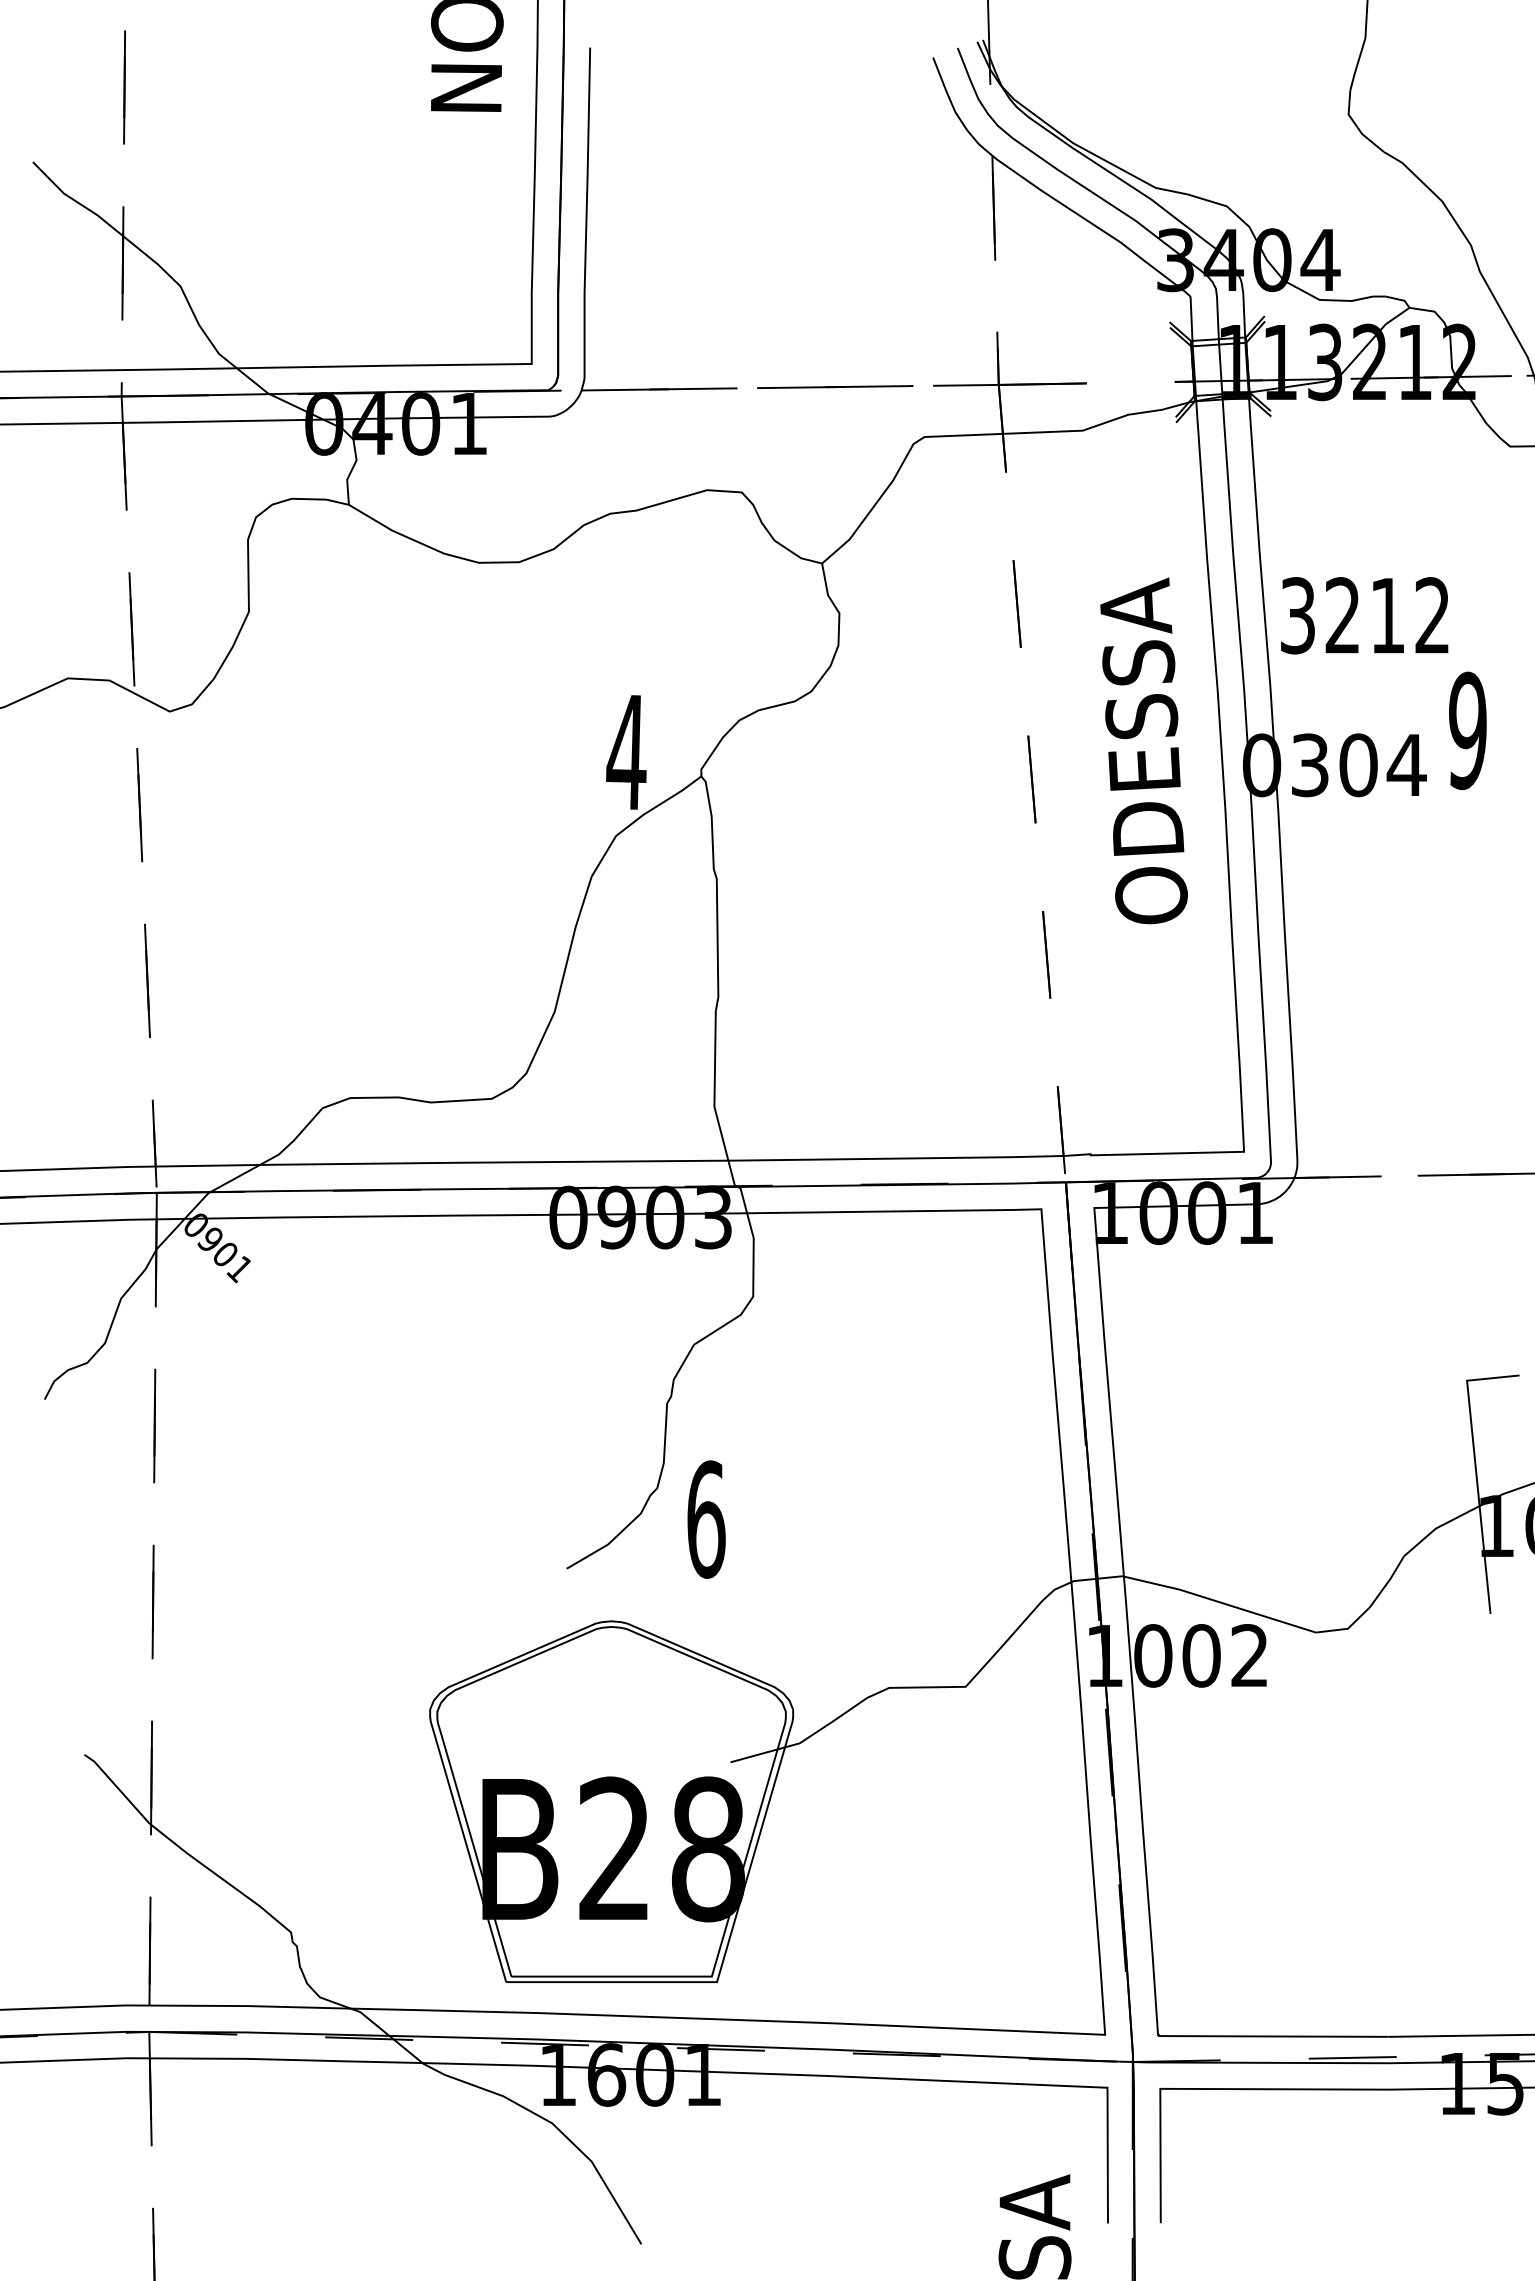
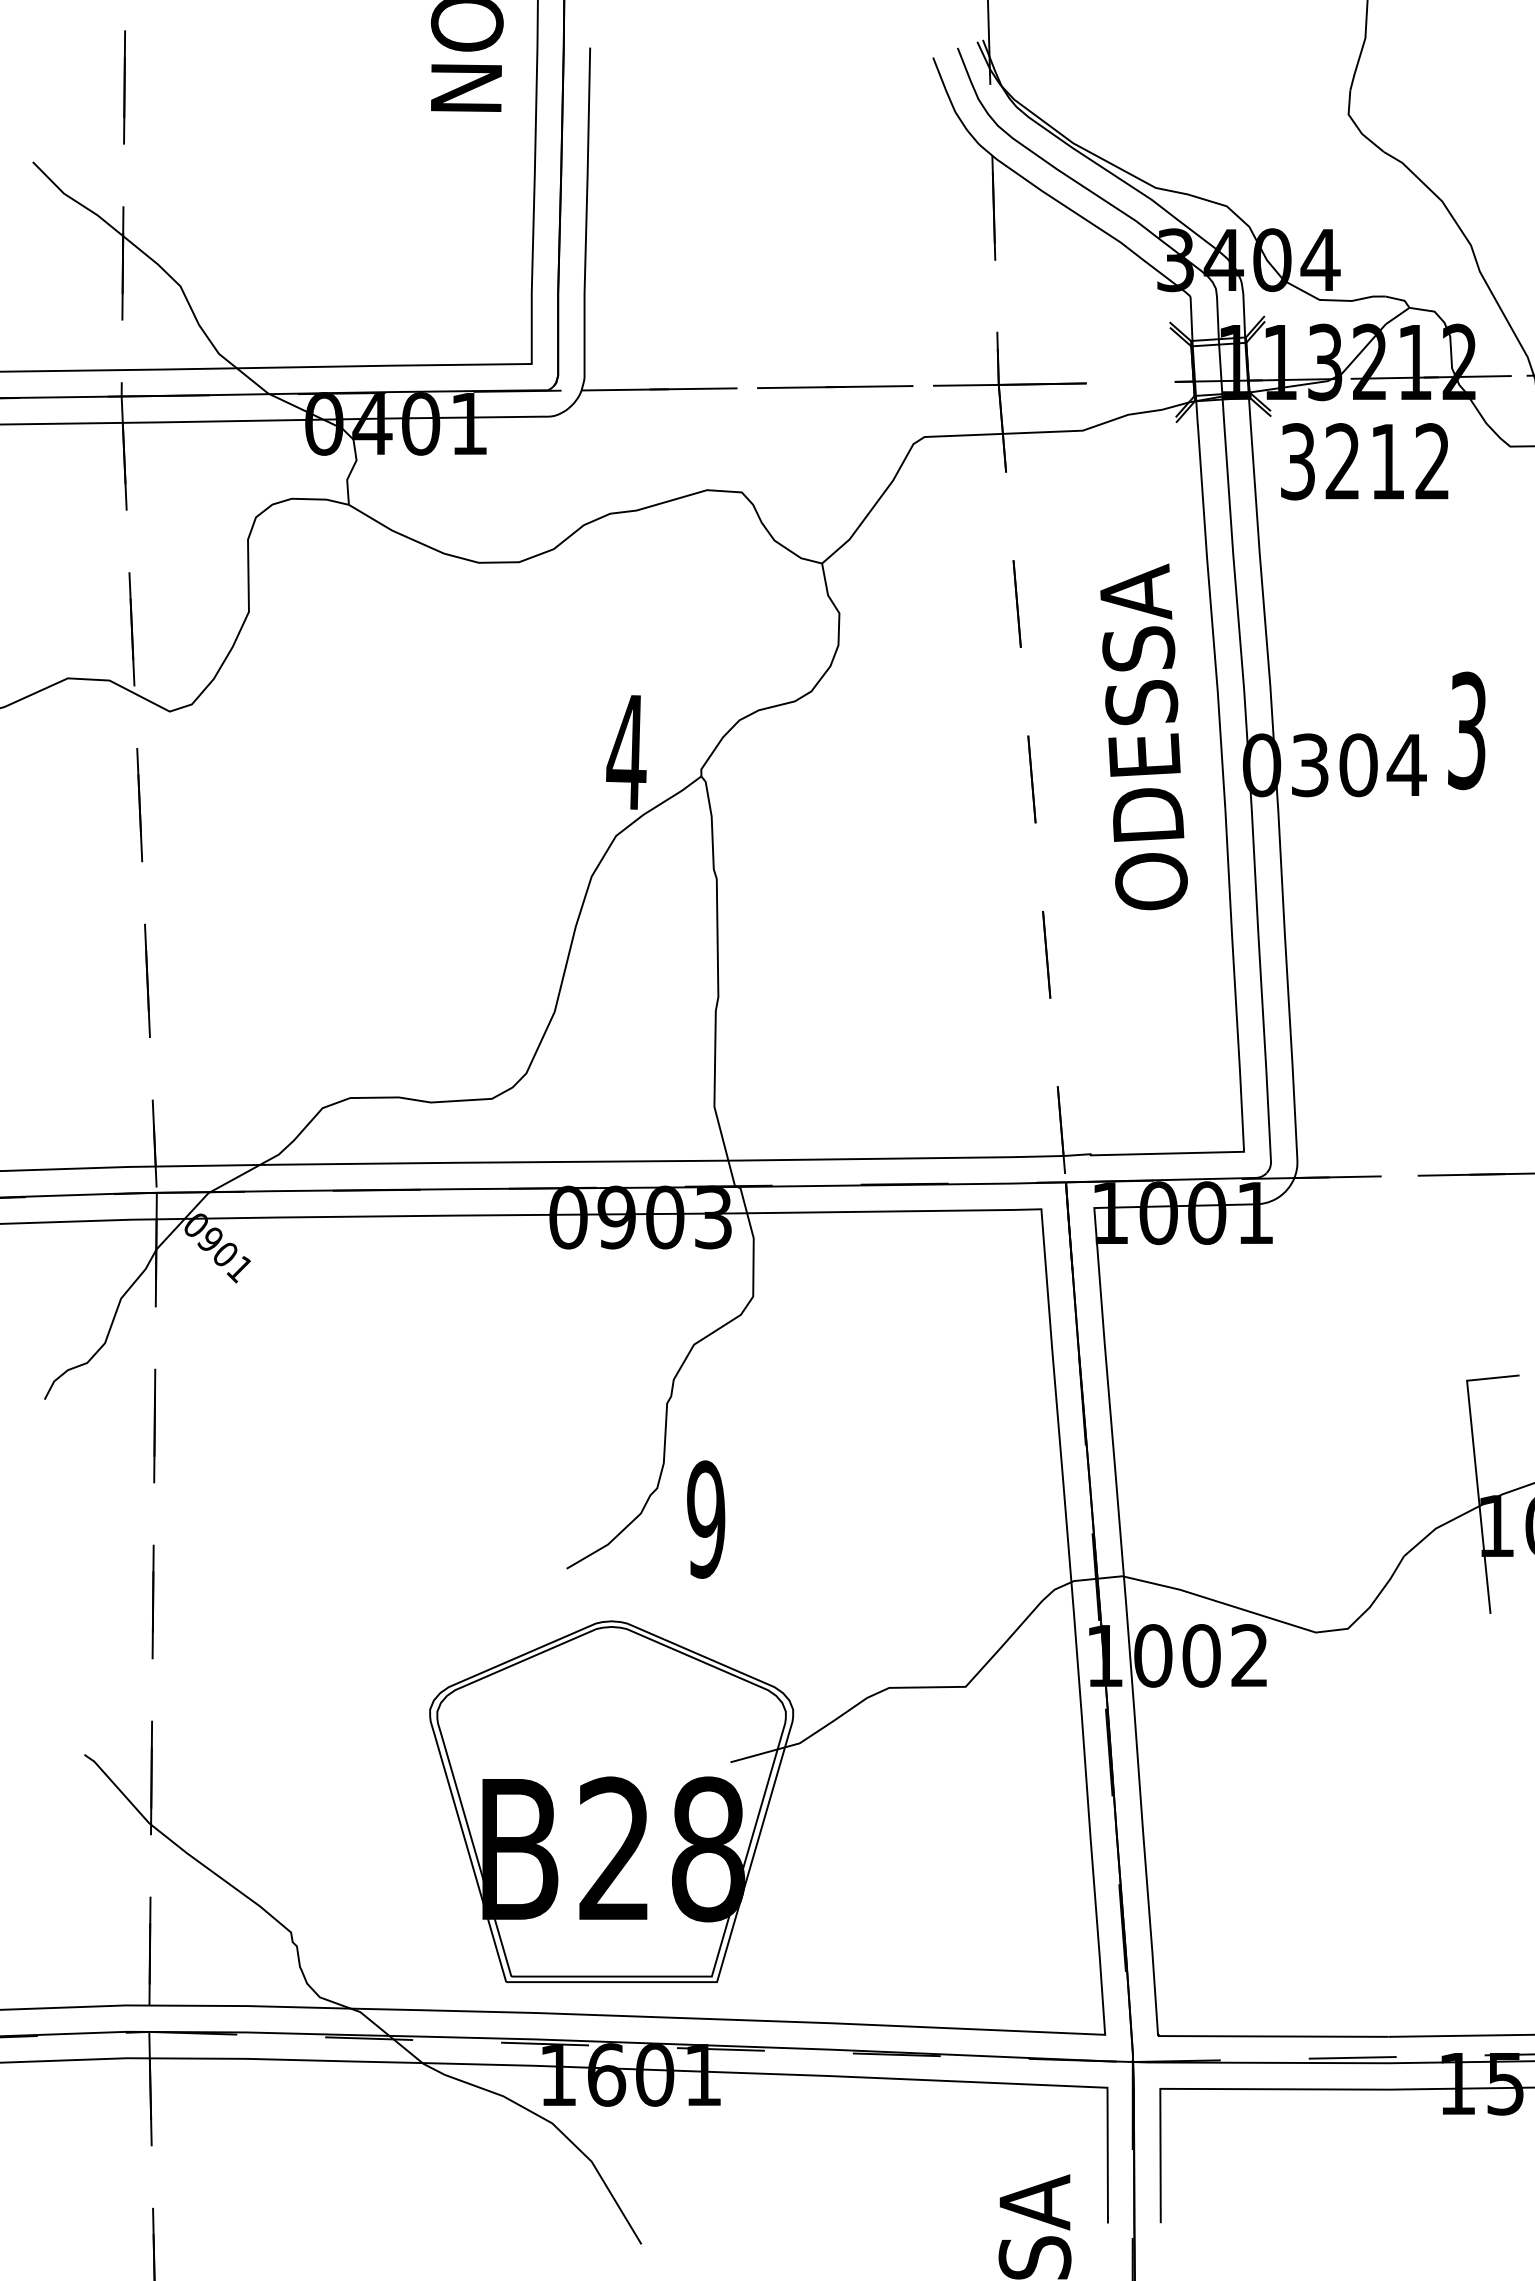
text at (1364, 615) position: (1364, 615) -> (1364, 461)
text at (1467, 730): 9 -> 3
text at (1143, 750) position: (1143, 750) -> (1143, 736)
text at (706, 1519): 6 -> 9
